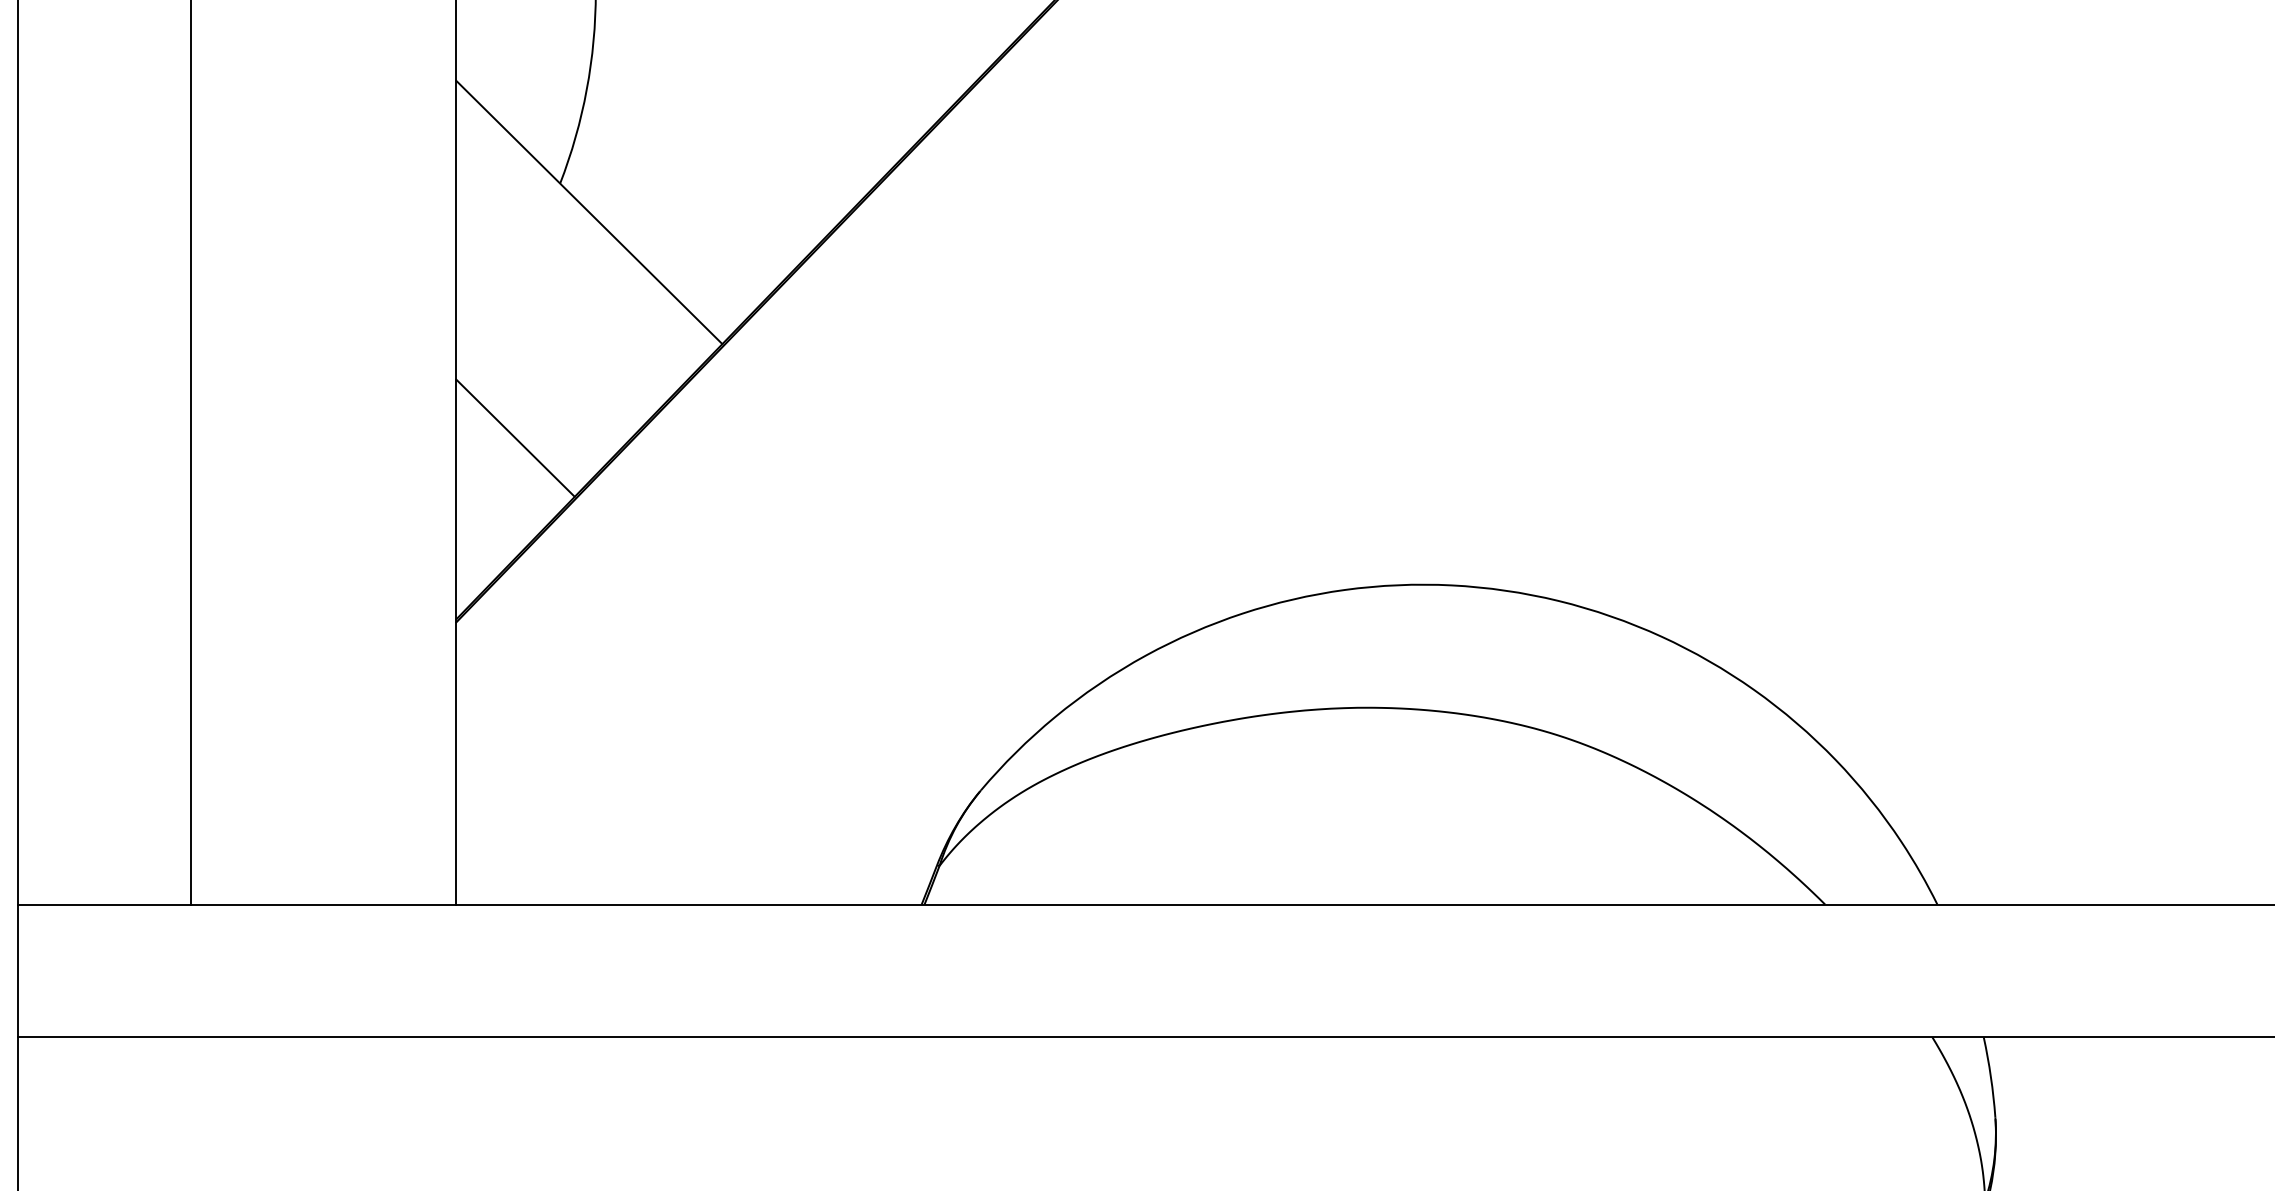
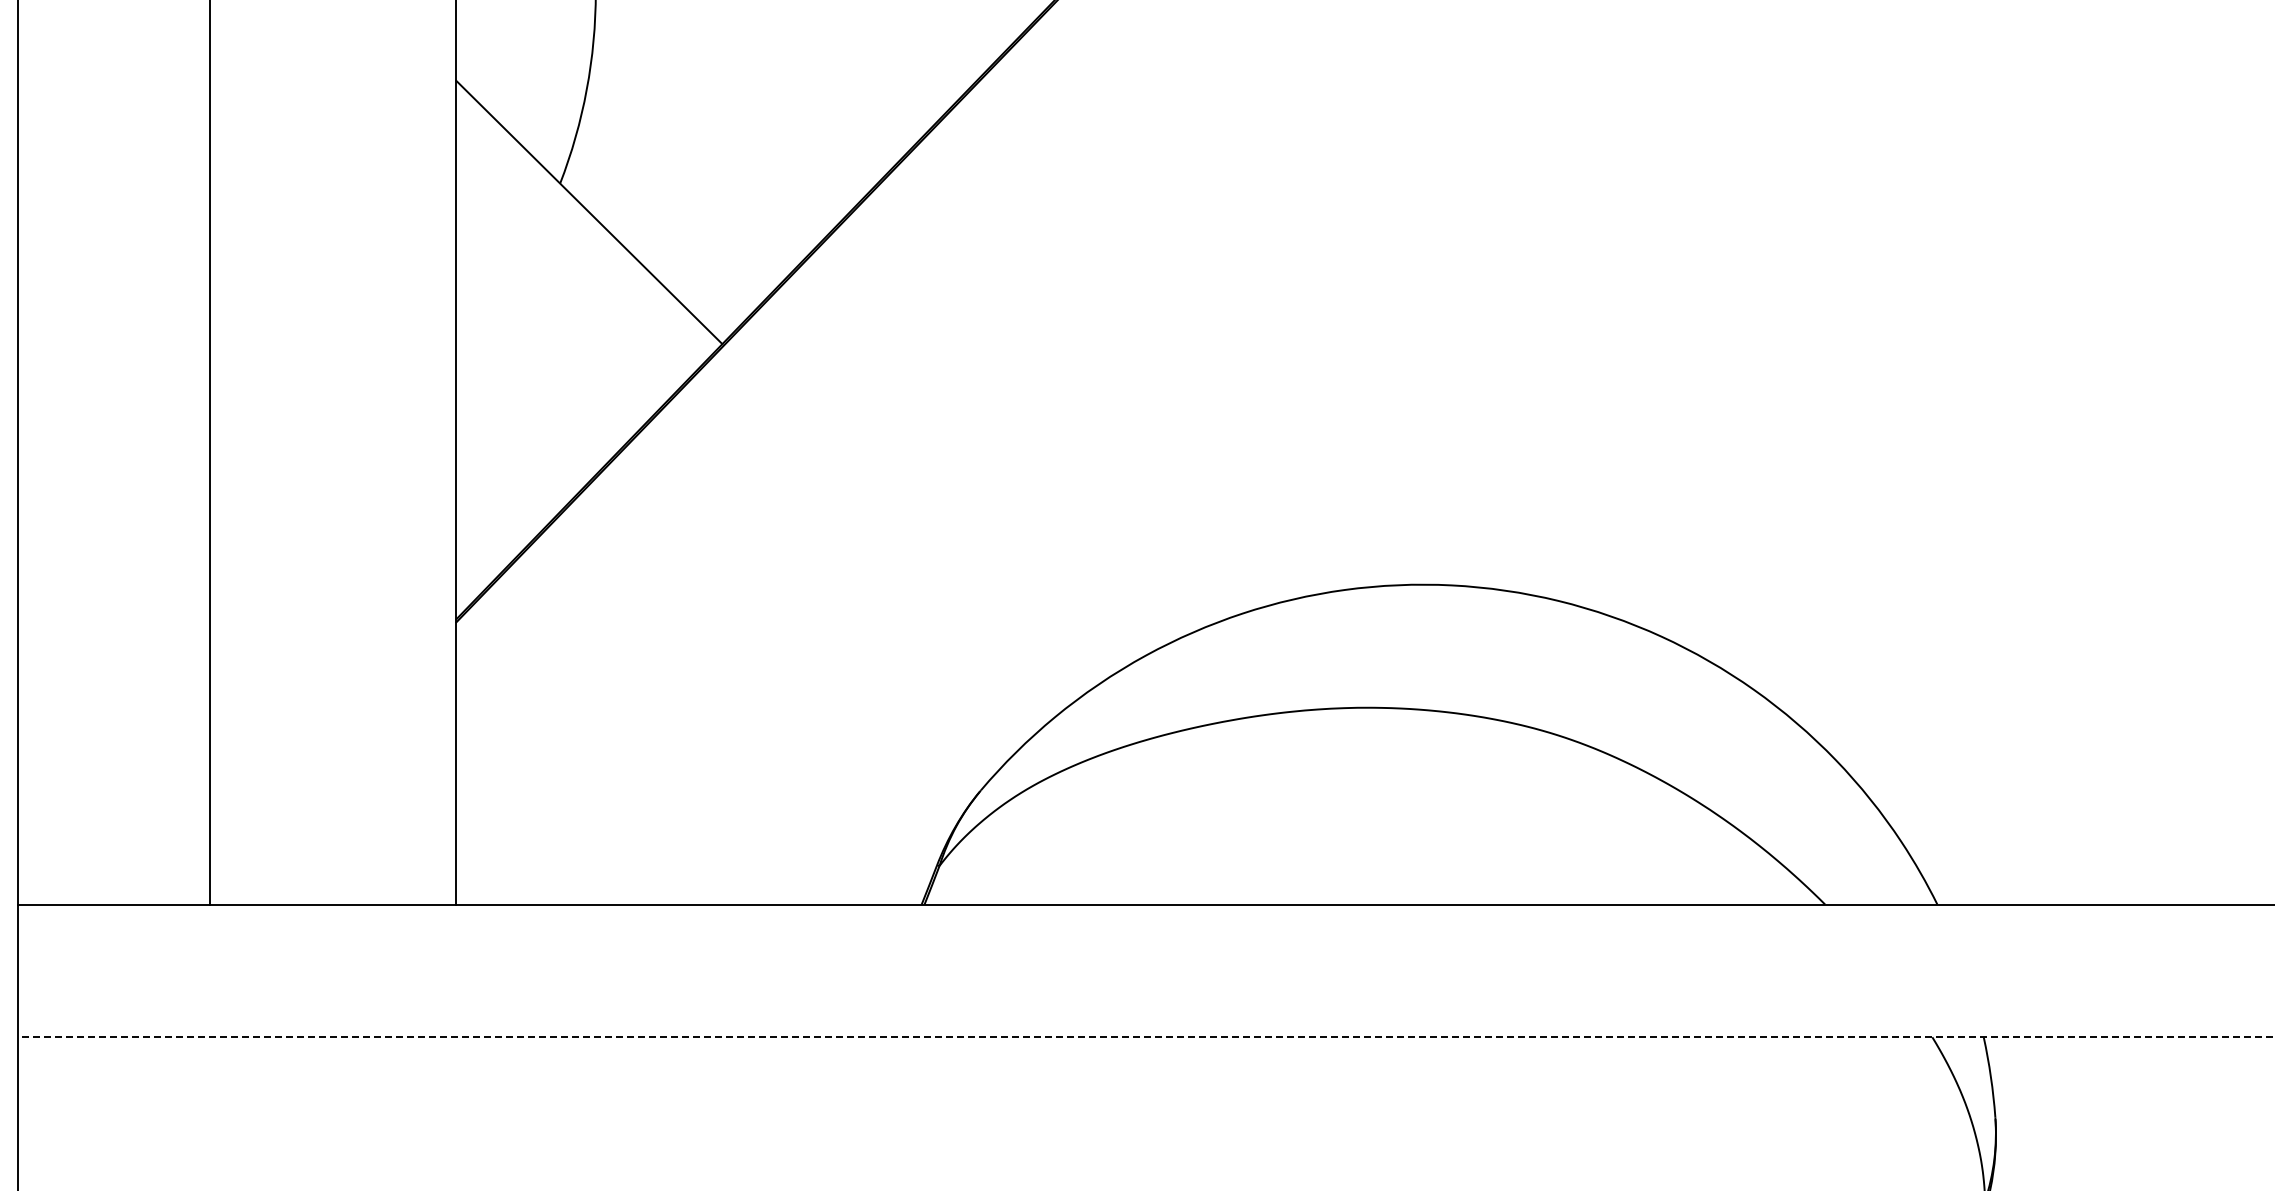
line at (515, 437): present -> none
line at (190, 453) position: (190, 453) -> (209, 453)
line at (1146, 1037): solid -> dashed
